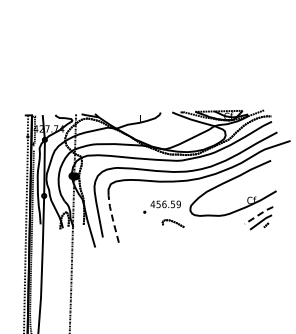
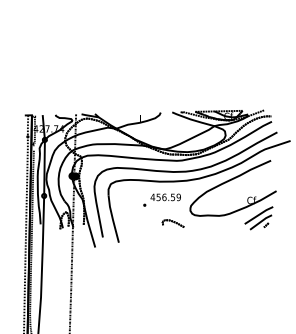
text at (161, 206) position: (161, 206) -> (161, 199)
line at (258, 214): dashed -> solid
line at (112, 219): dashed -> solid
